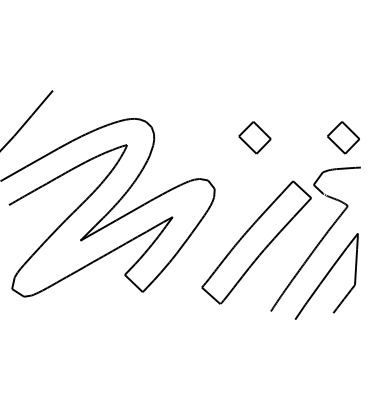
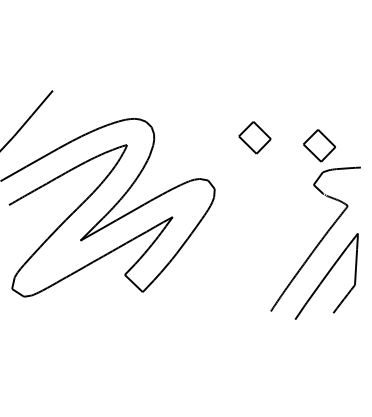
part at (343, 137) position: (343, 137) -> (319, 145)
part at (256, 242): present -> none
